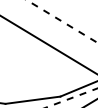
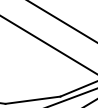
line at (62, 21): dashed -> solid
line at (71, 98): dashed -> solid
